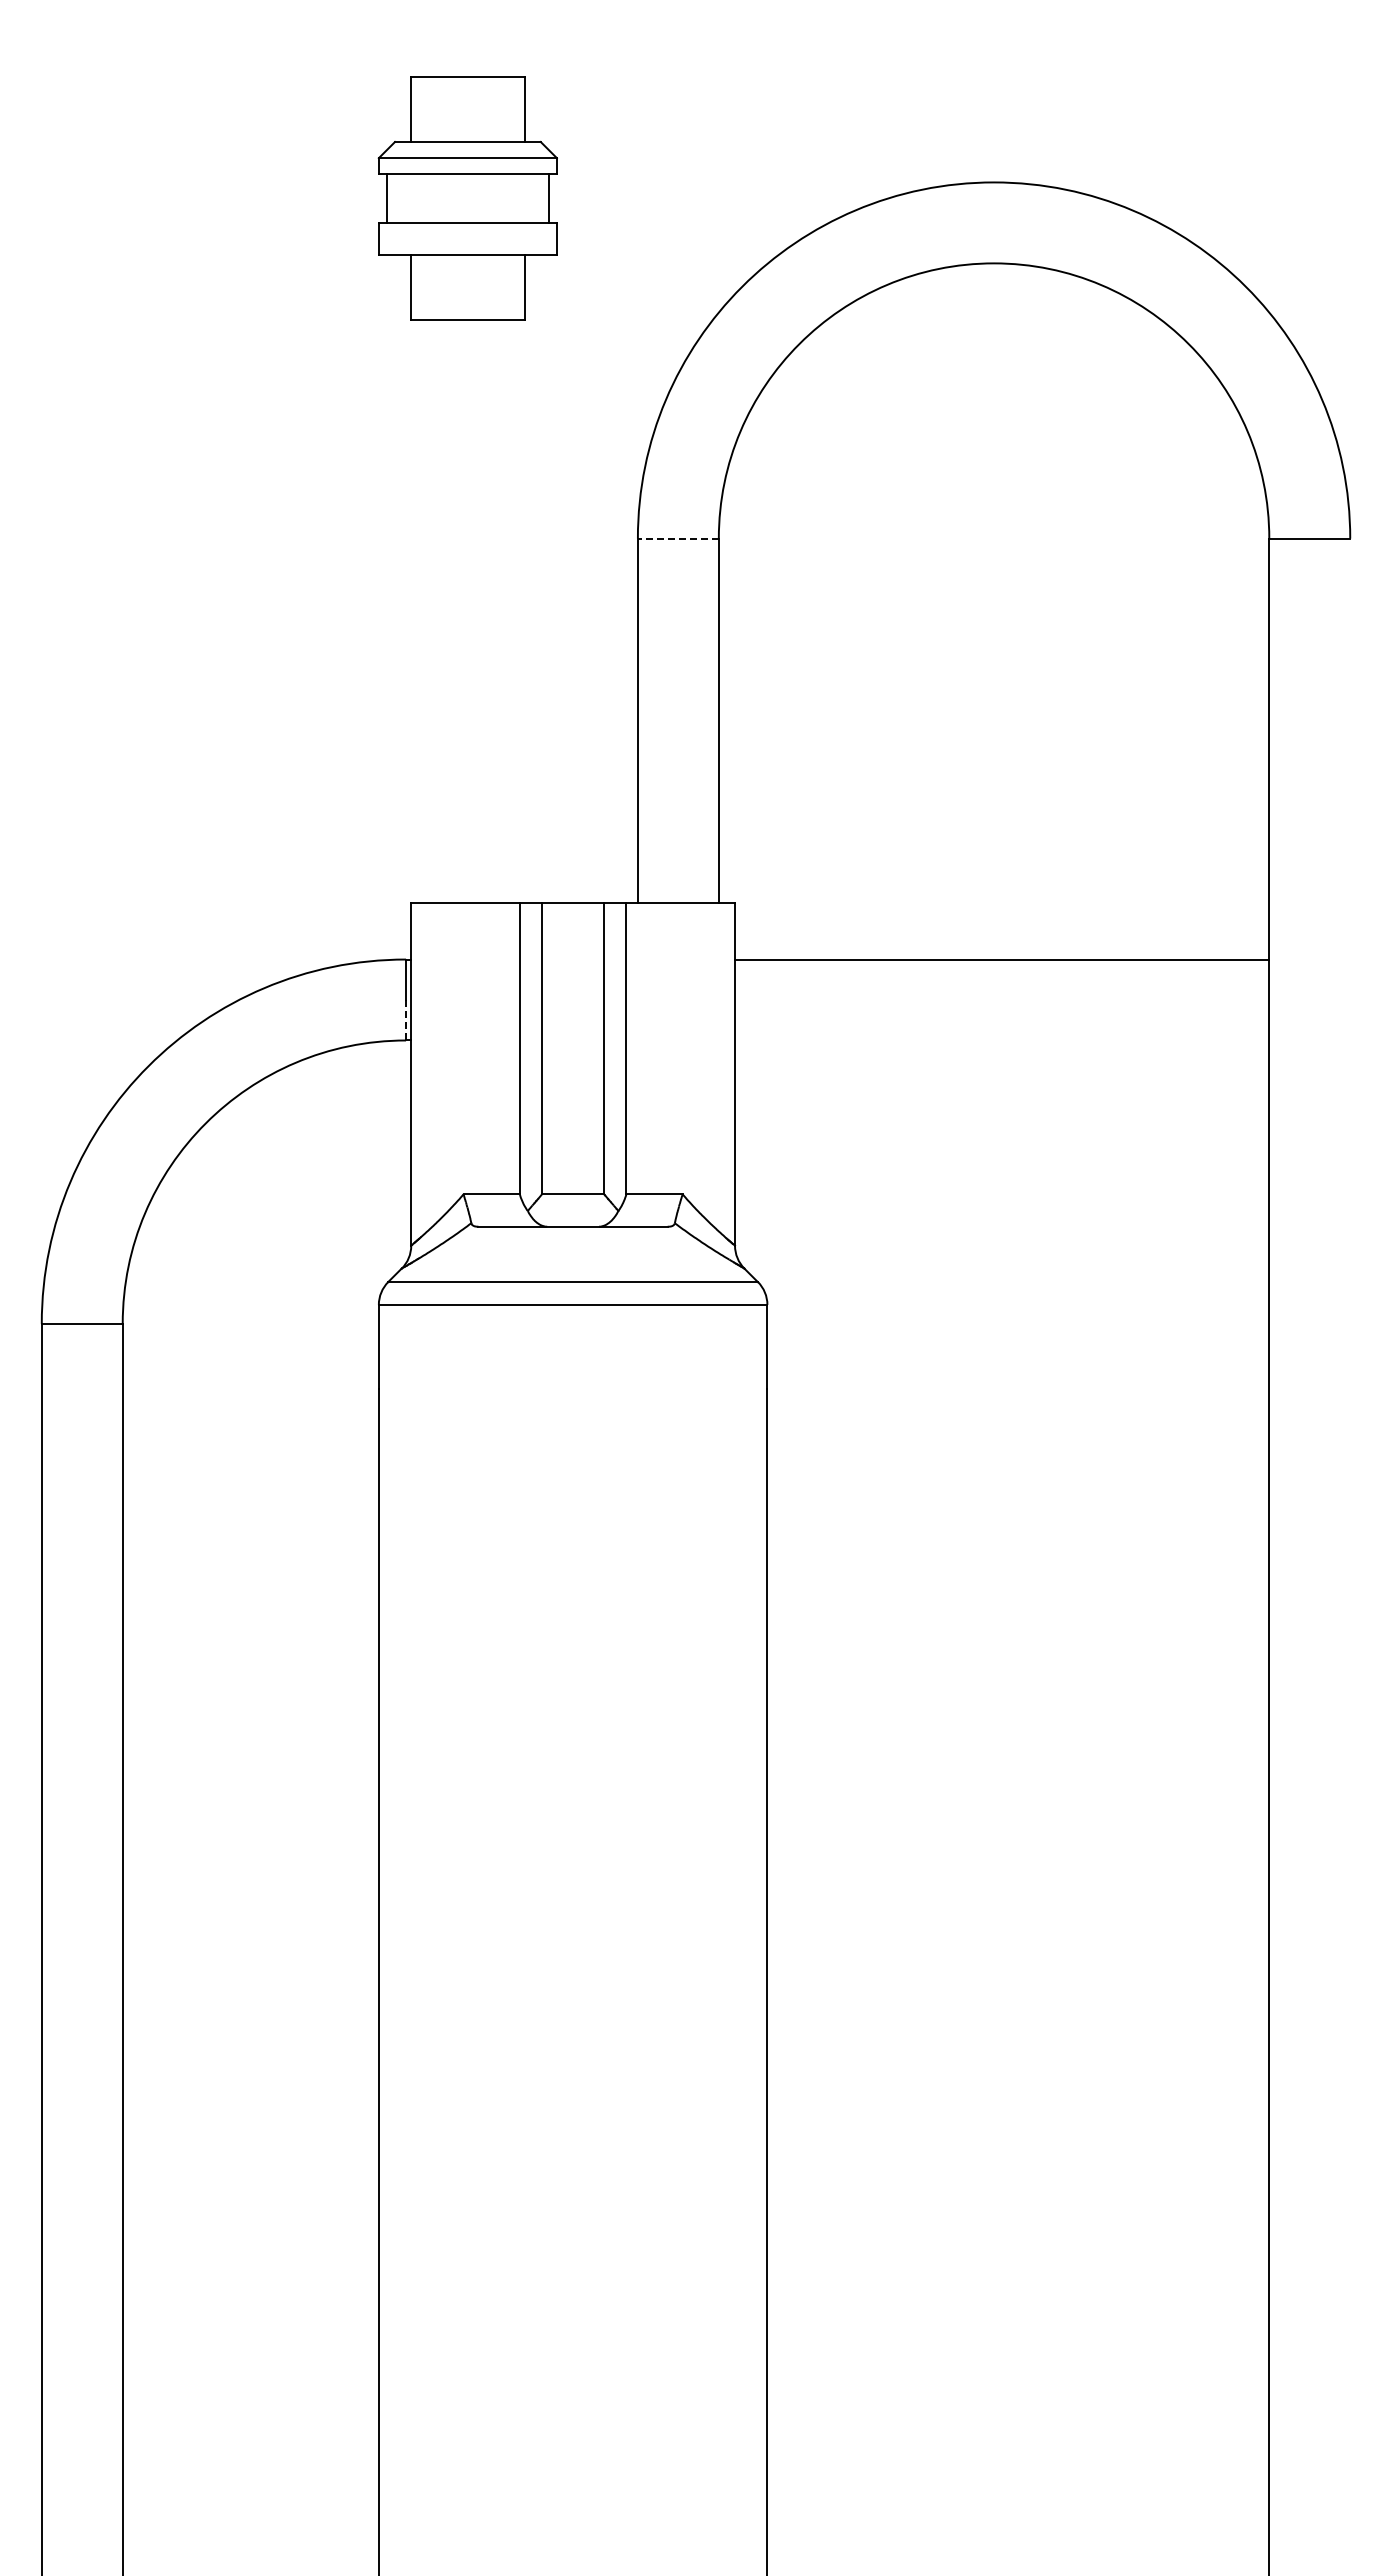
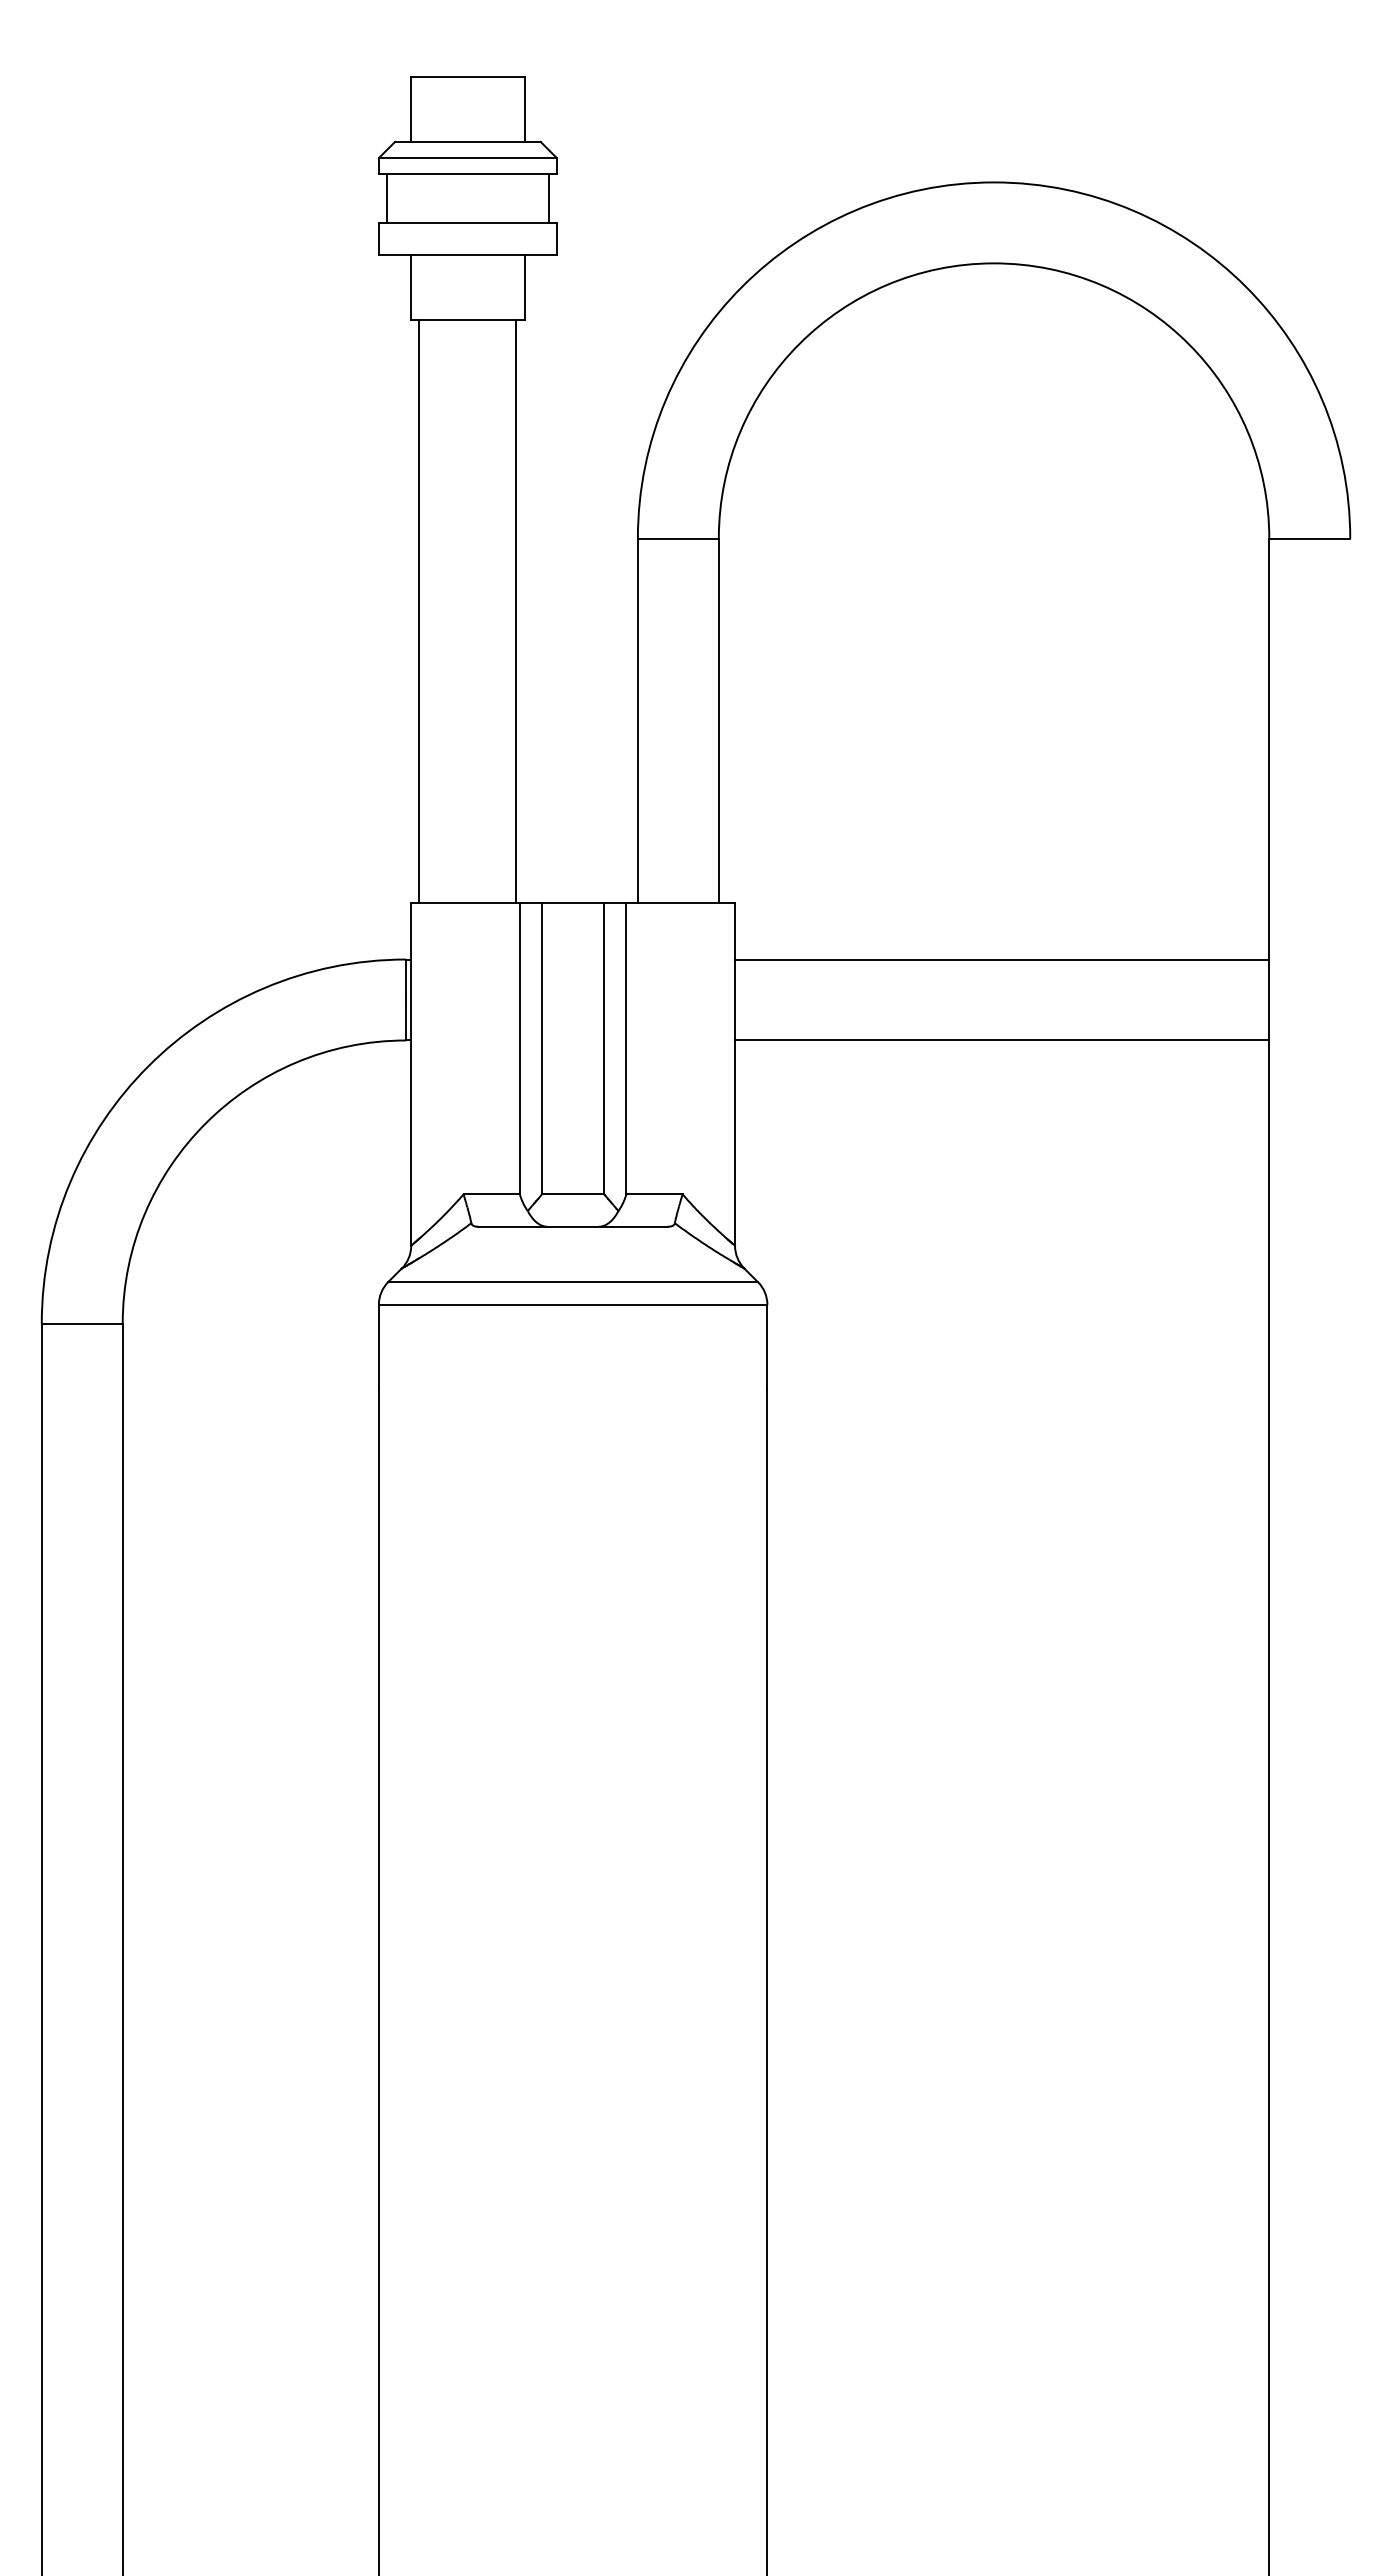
line at (677, 538): dashed -> solid
line at (419, 611): none -> present
line at (516, 611): none -> present
line at (406, 1019): dashed -> solid
line at (1002, 1040): none -> present
